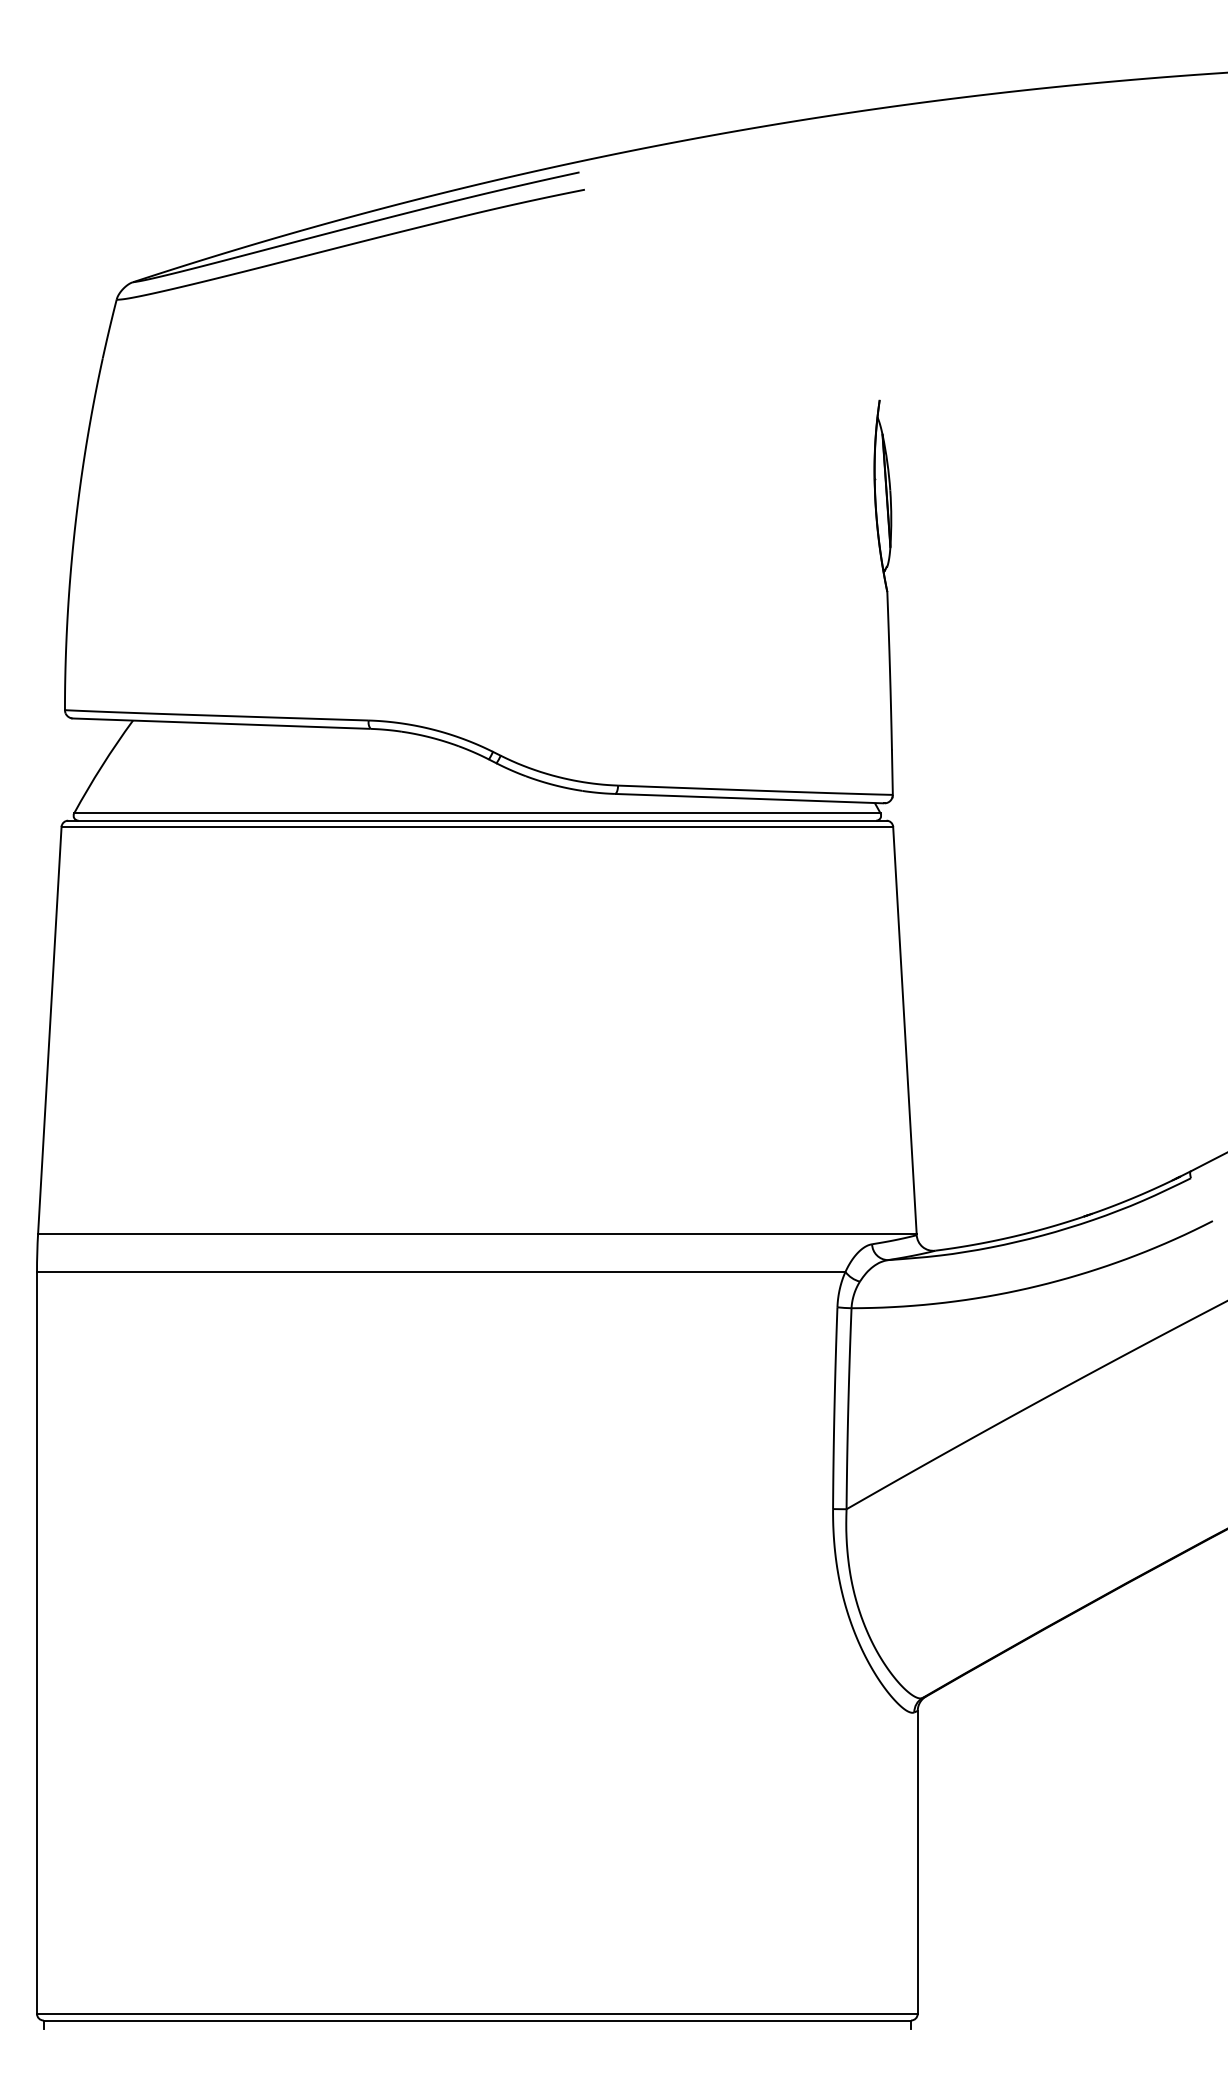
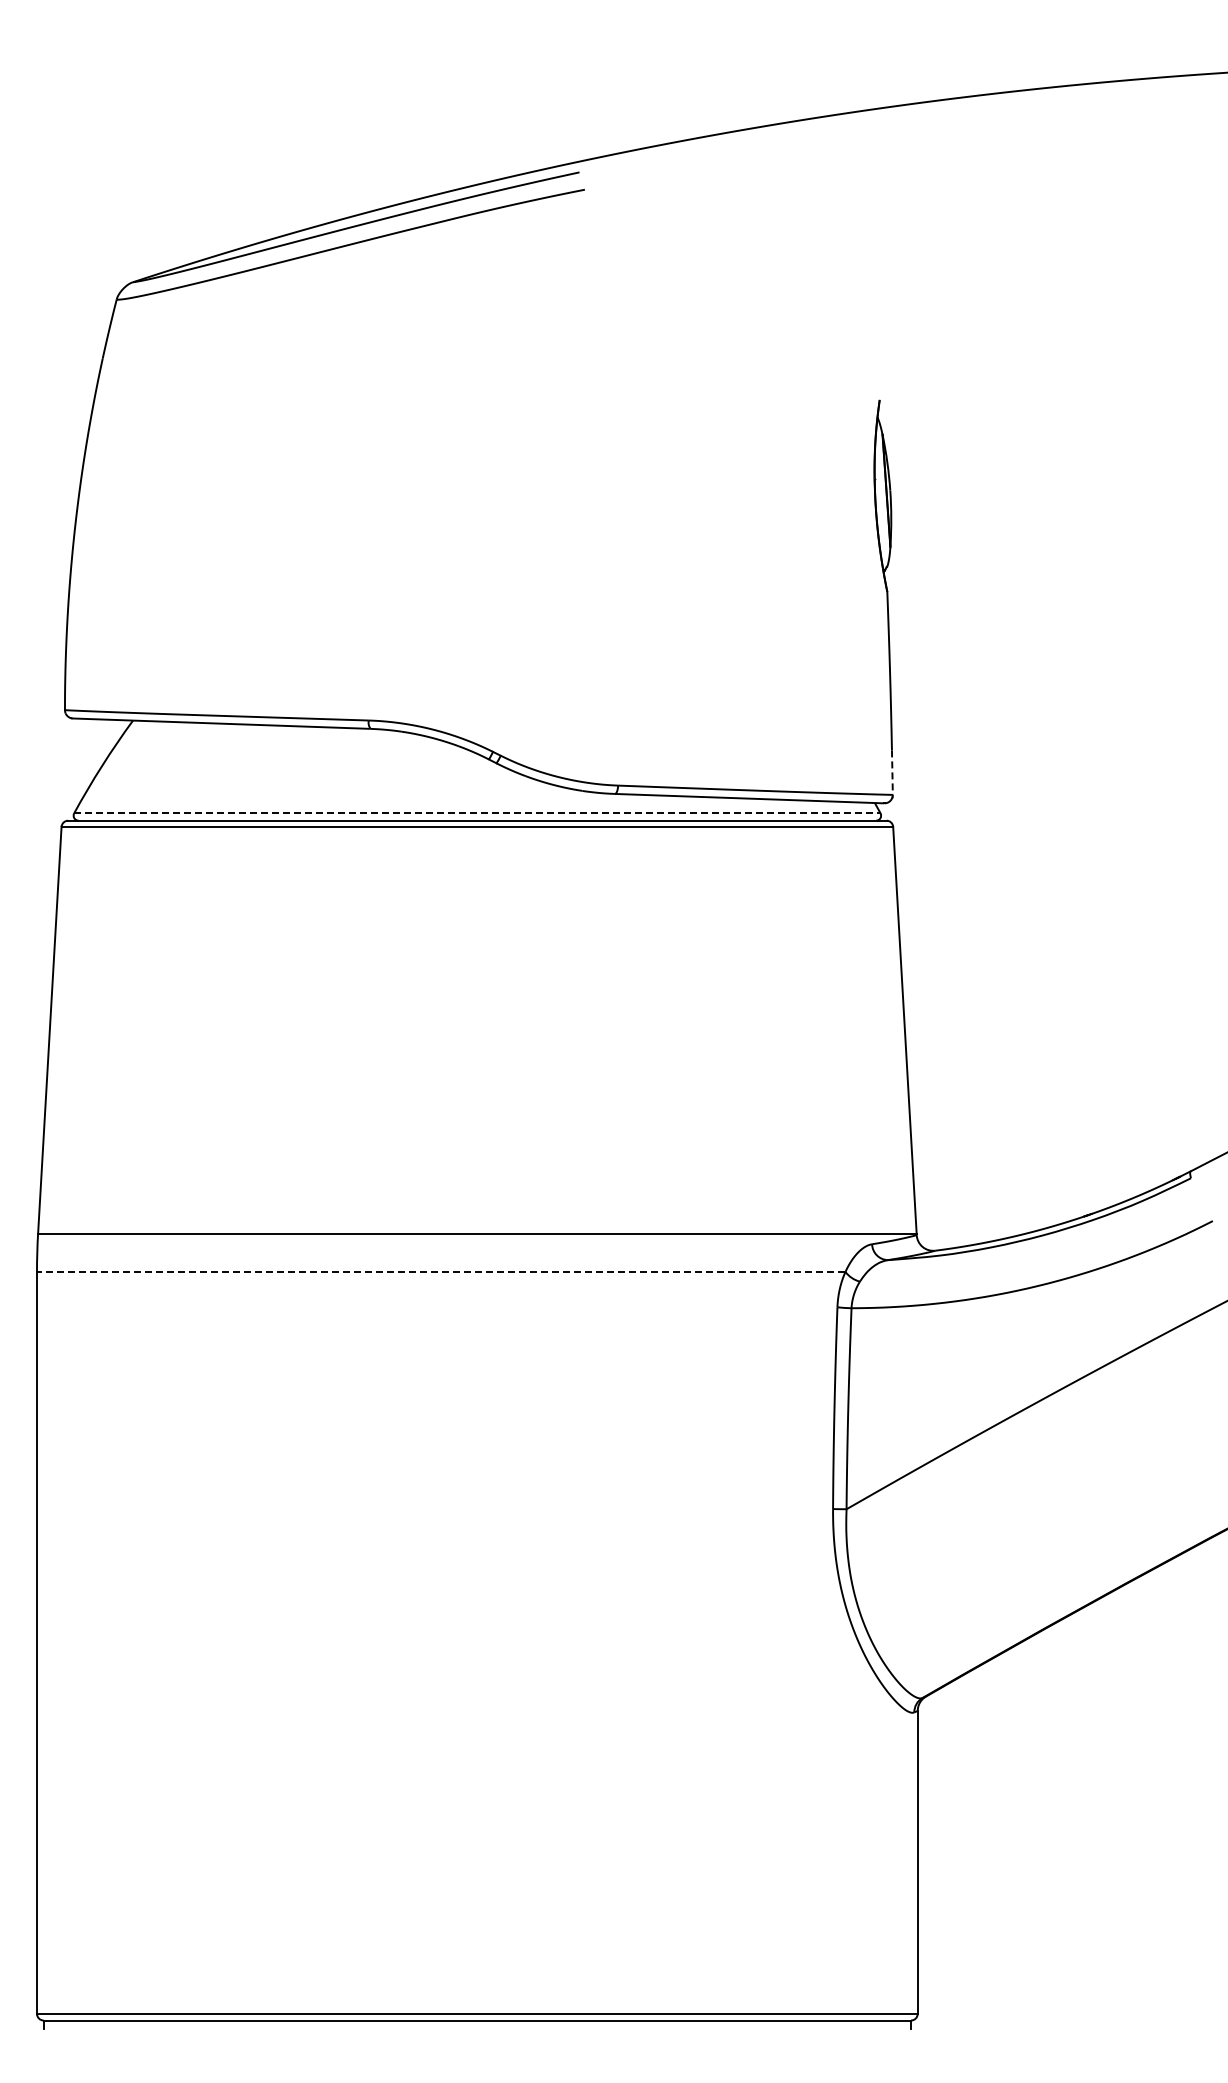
line at (892, 773): solid -> dashed
line at (477, 813): solid -> dashed
line at (440, 1271): solid -> dashed
